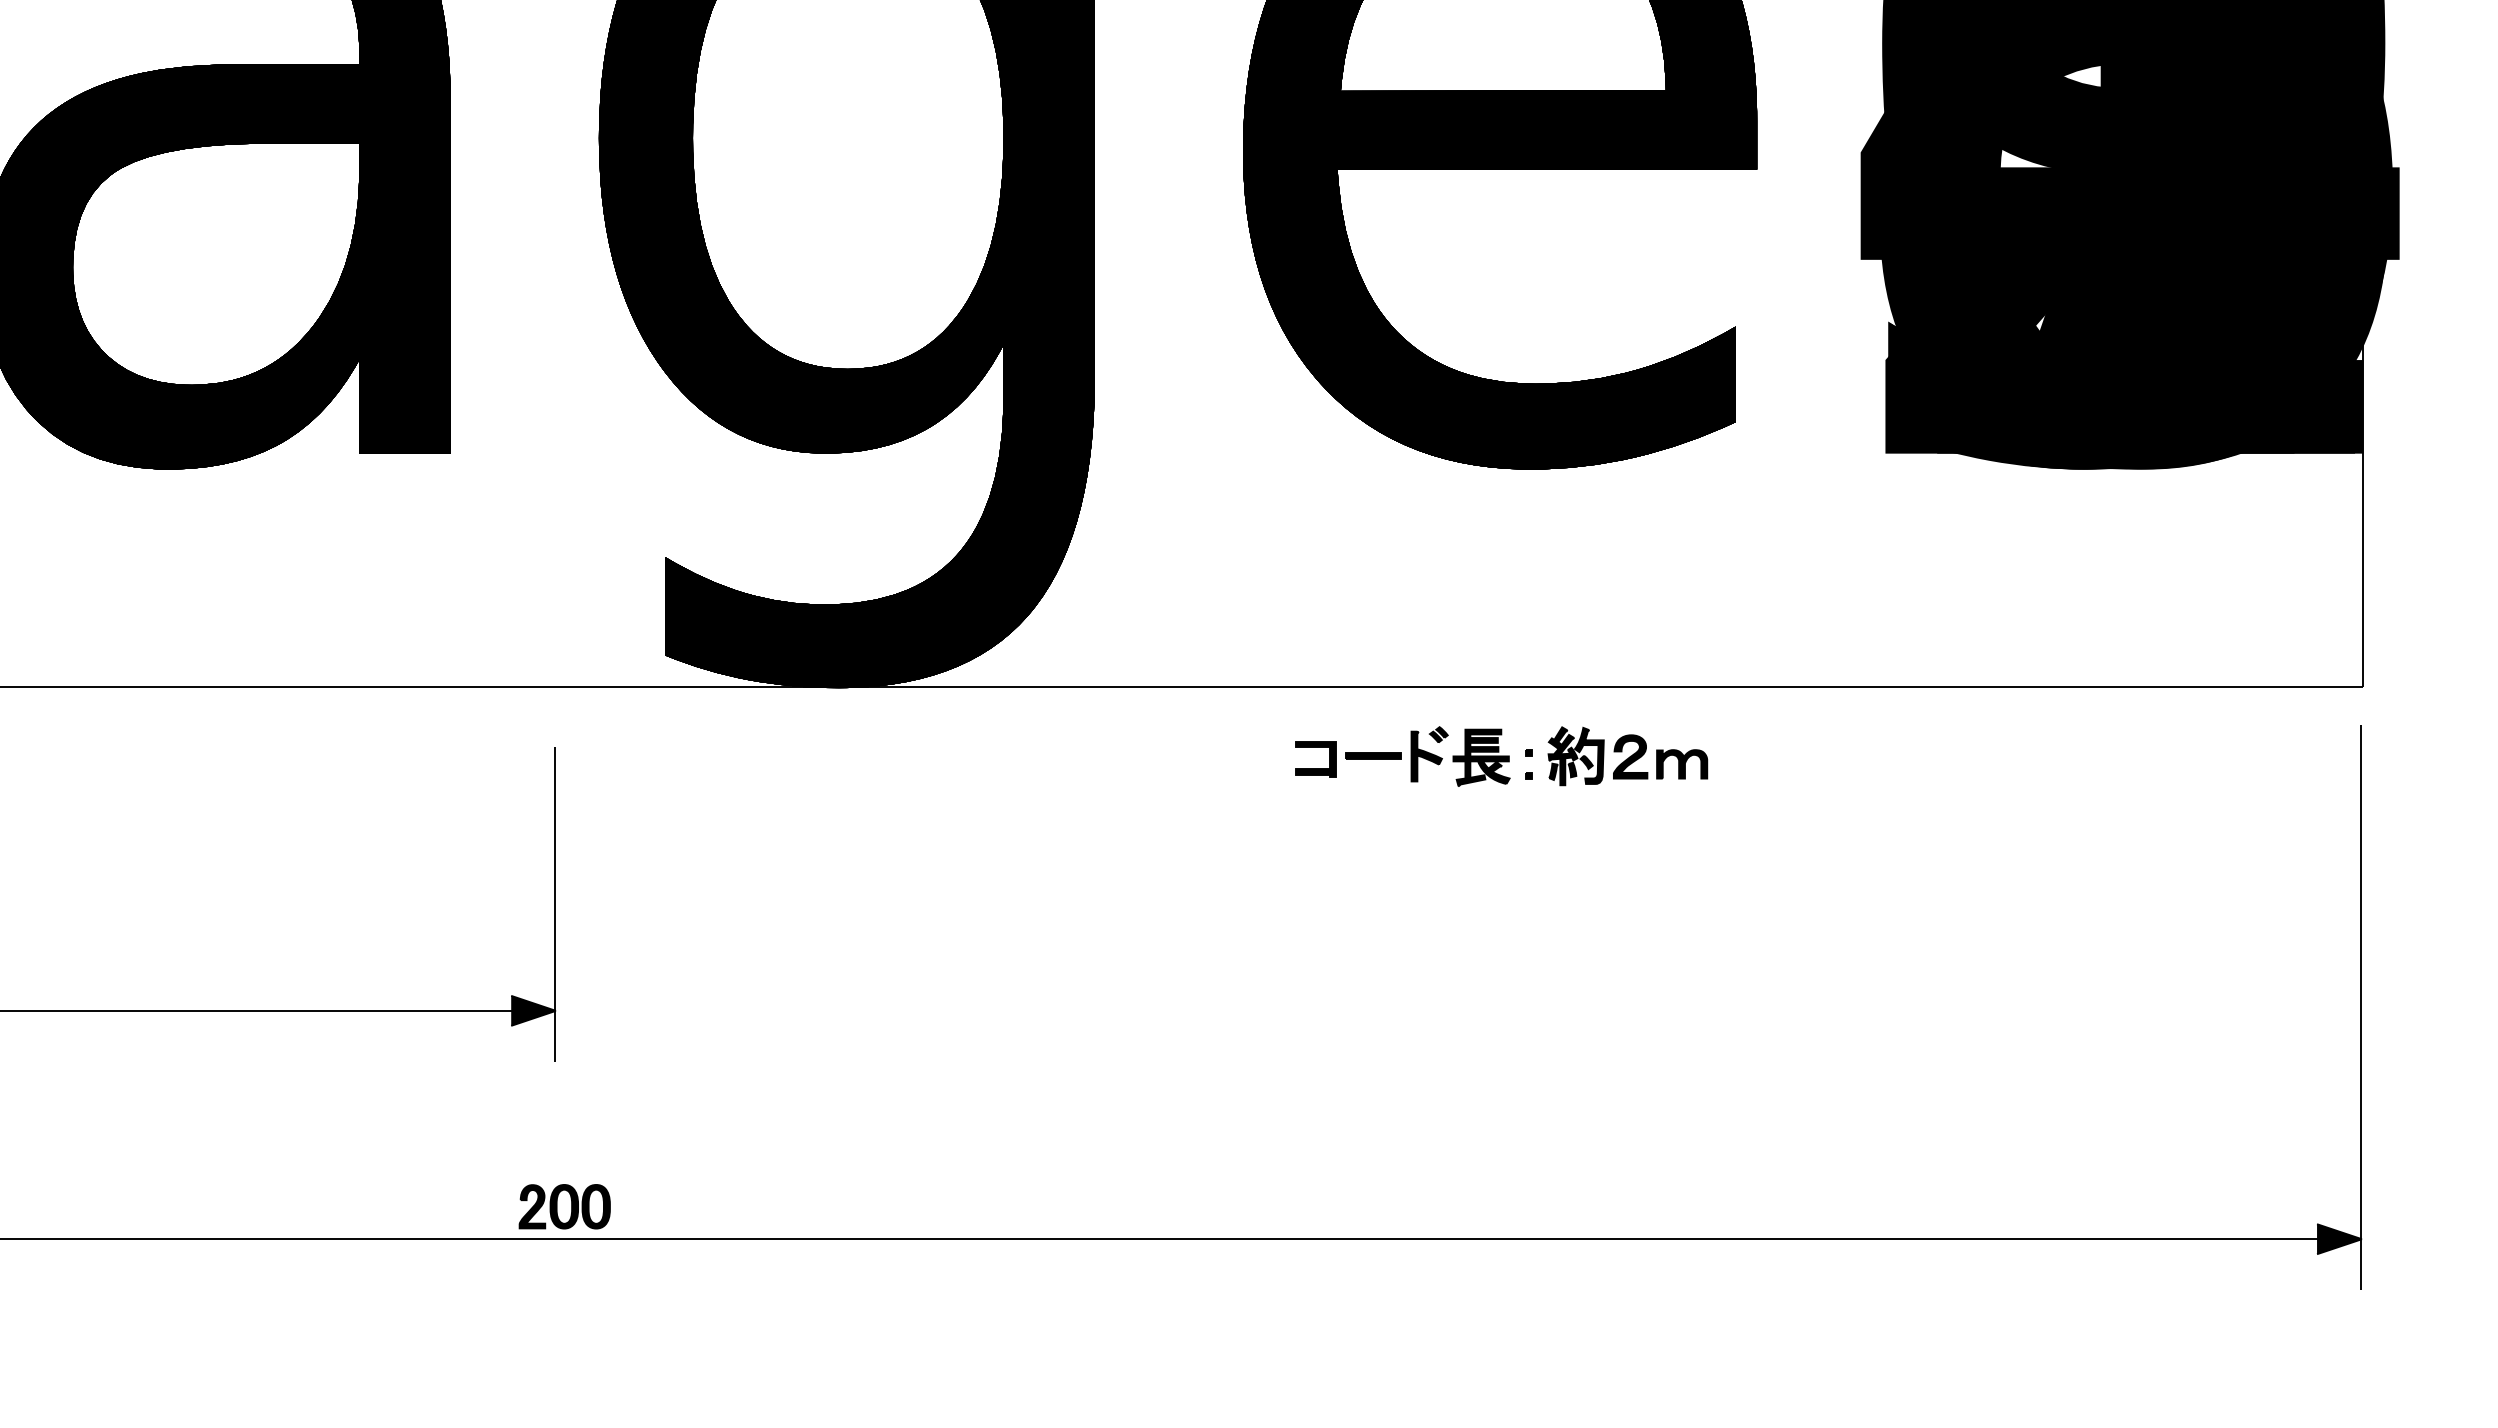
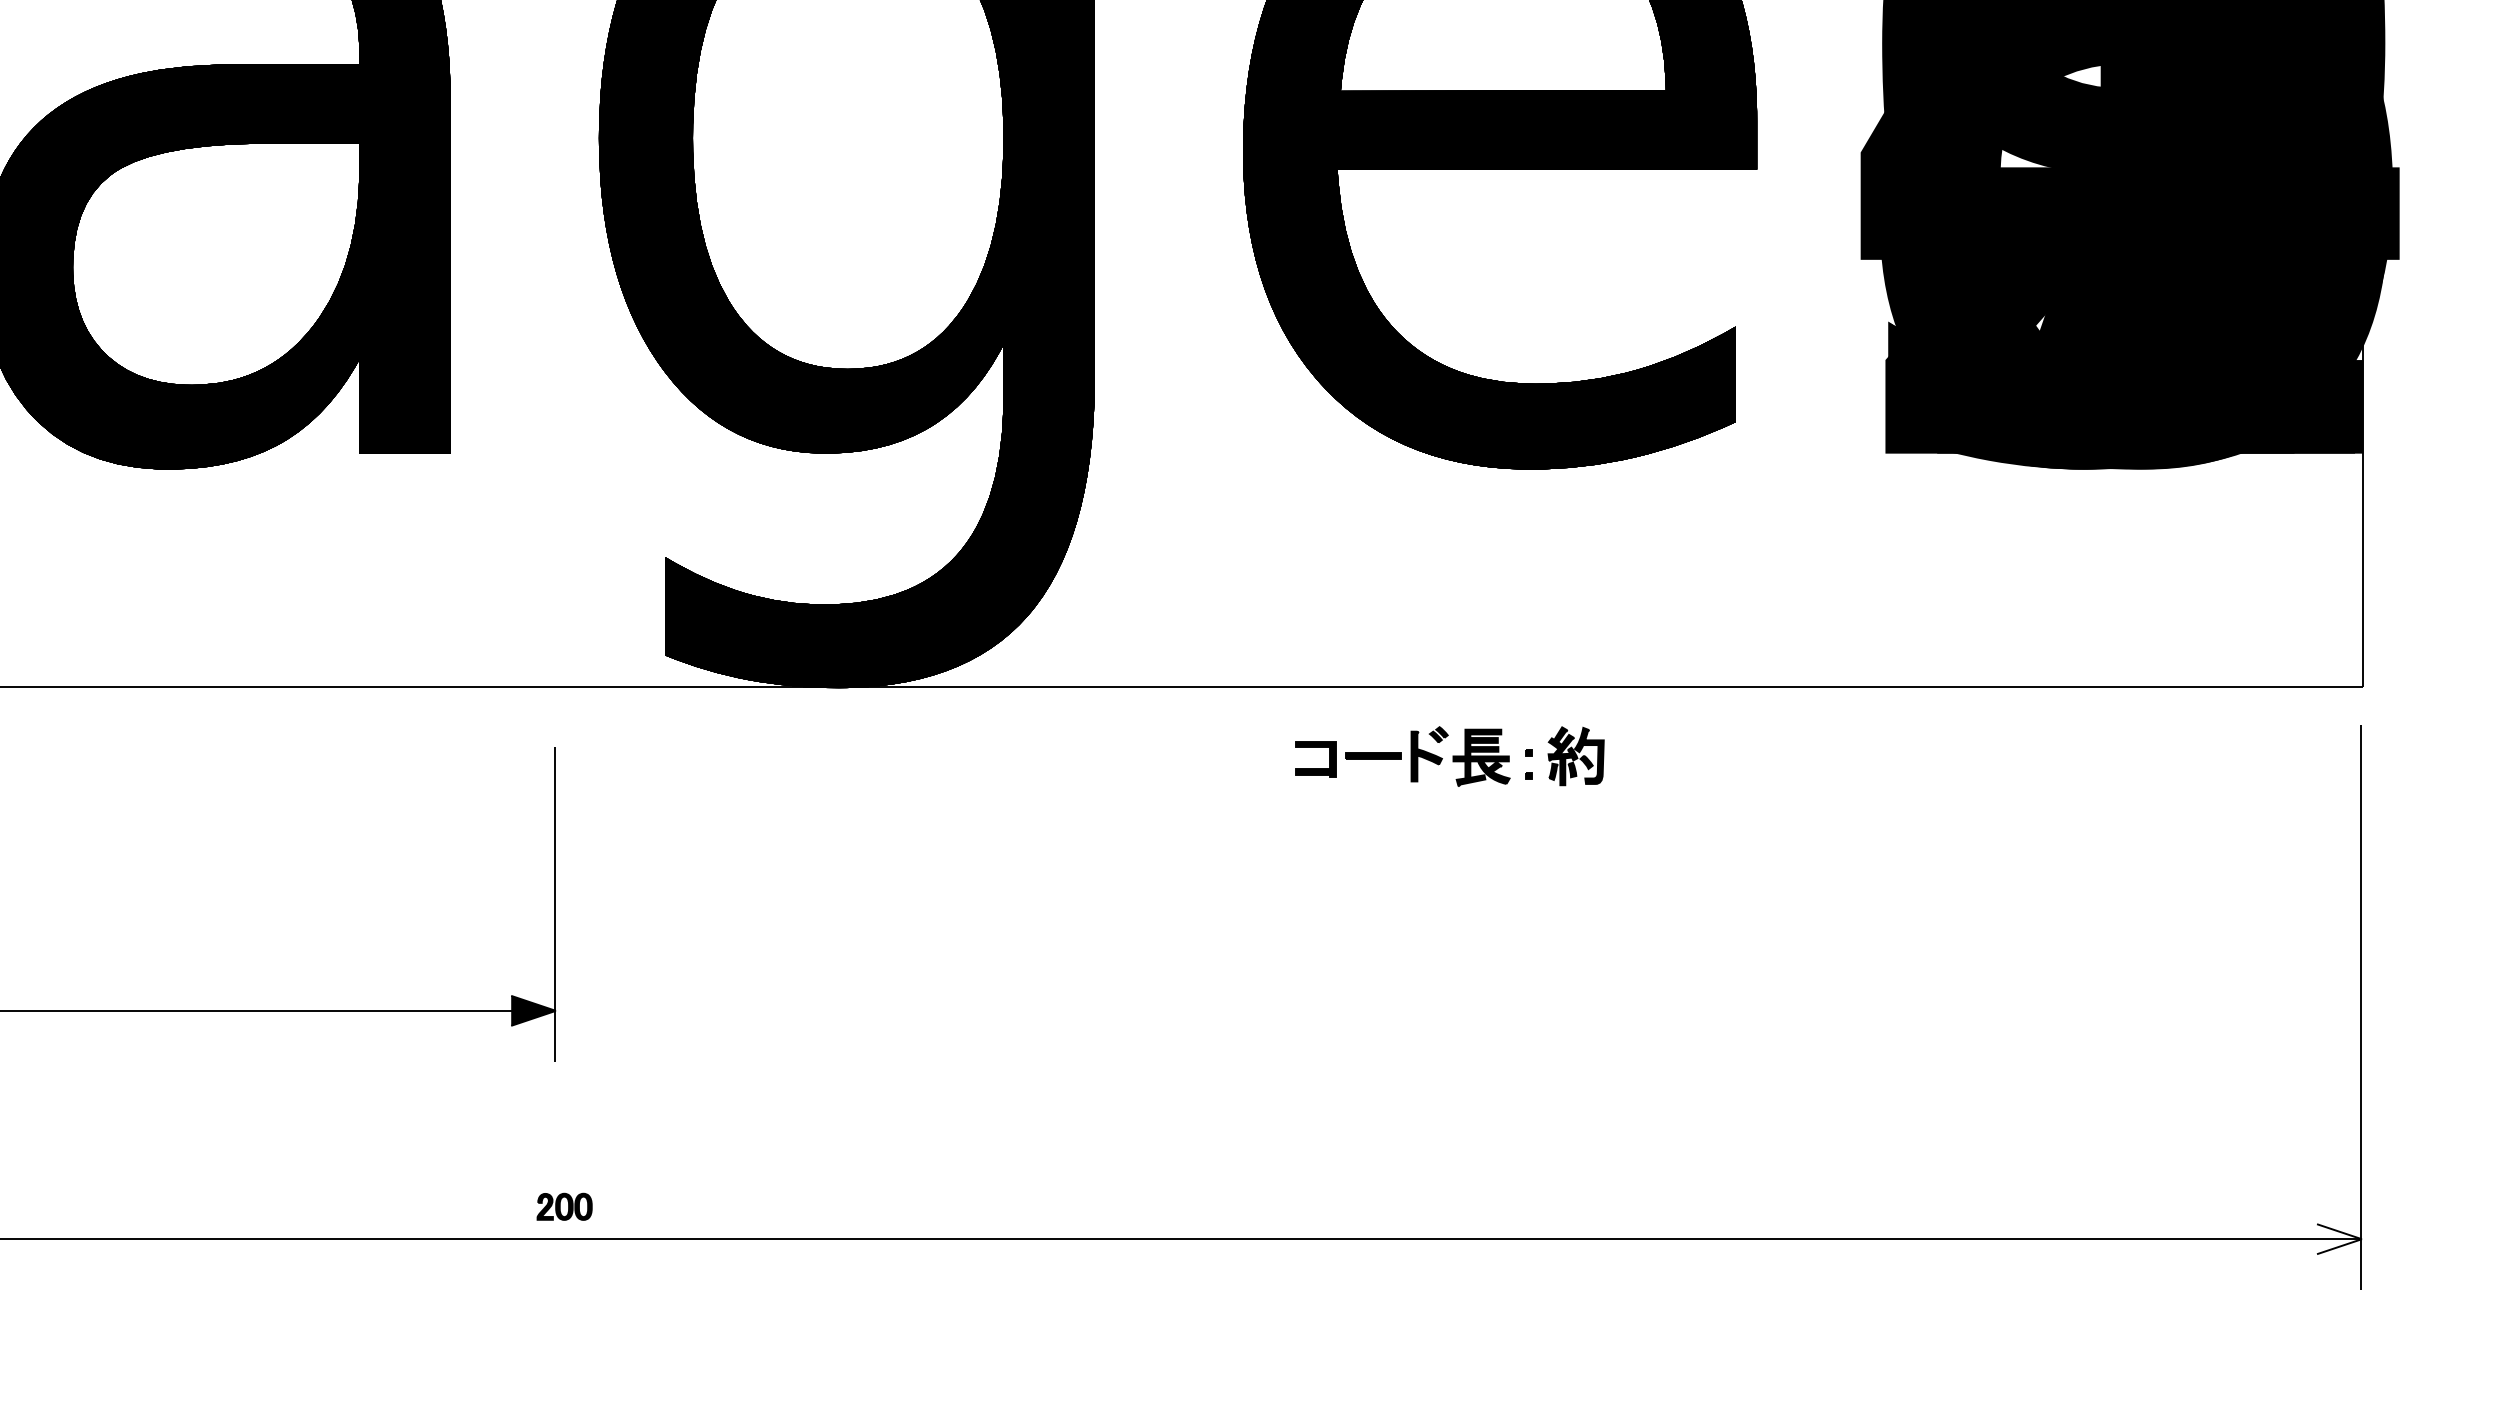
part at (1660, 756): present -> none
part at (564, 1206) size: 93x46 px -> 57x29 px
fill at (2339, 1239): present -> none
